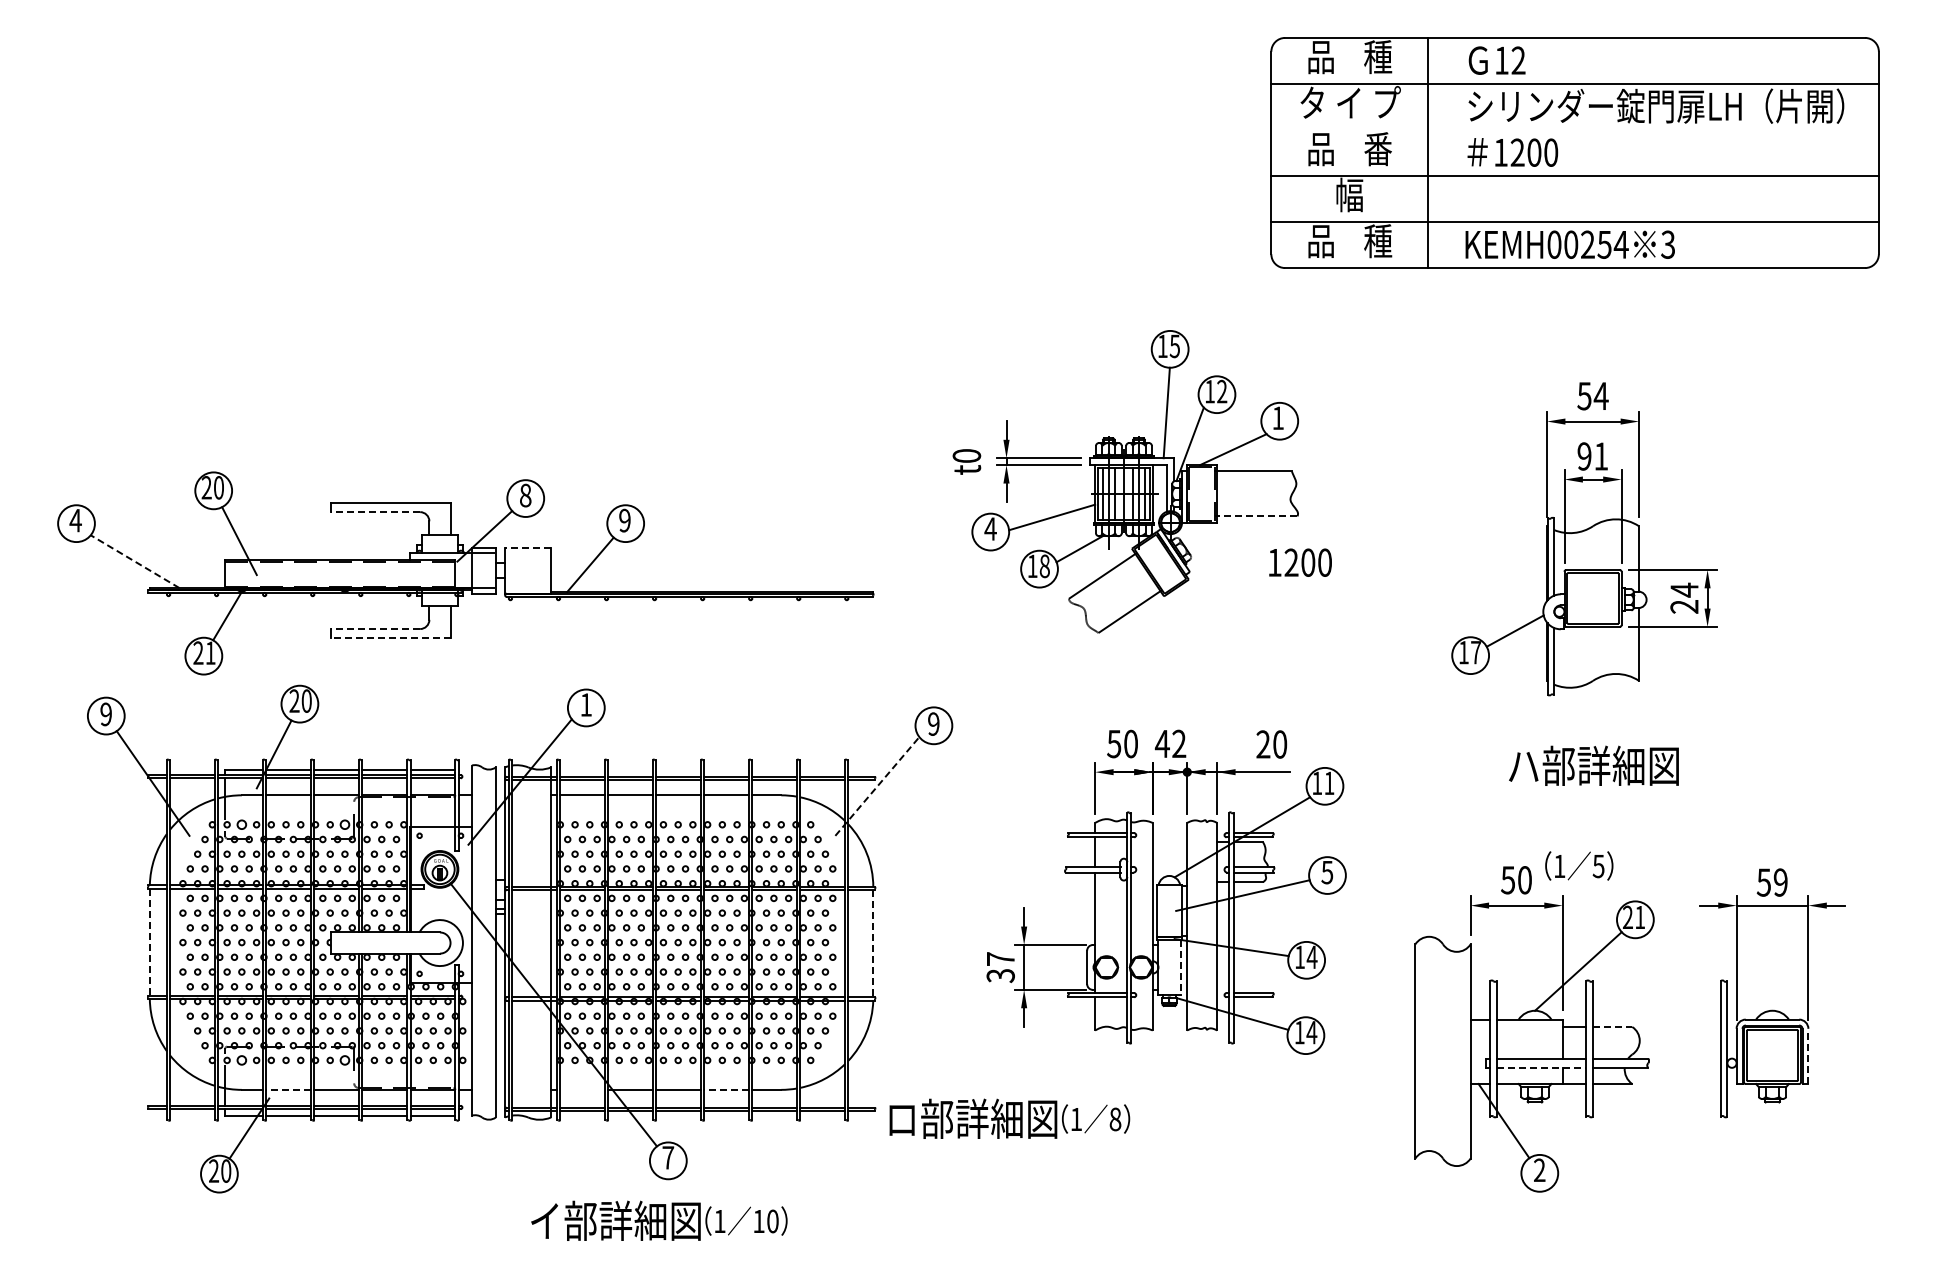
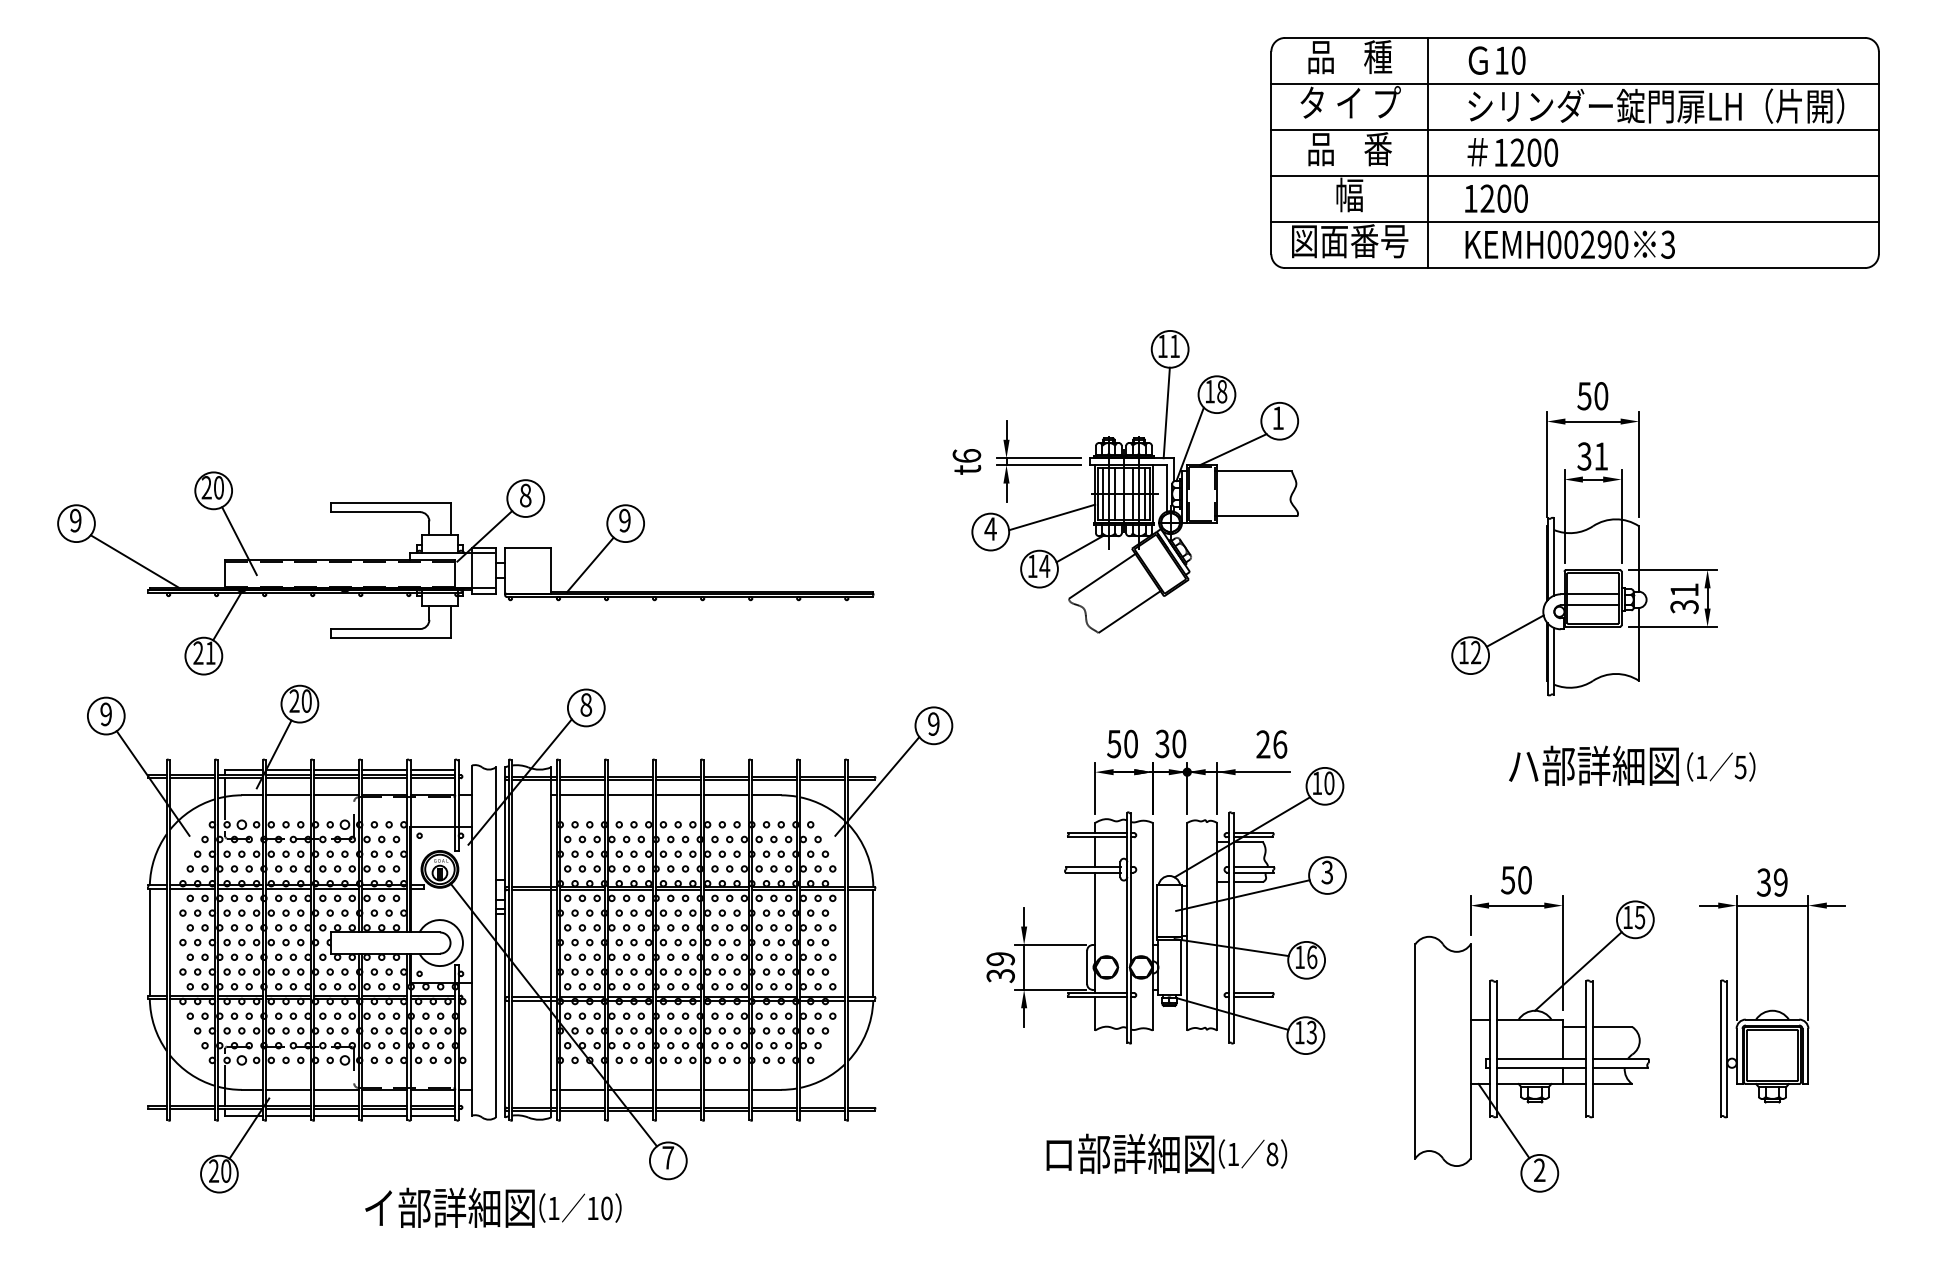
text at (1518, 60): 12 -> 10
line at (1574, 129): none -> present
text at (1350, 241): 品    種 -> 図面番号
text at (1612, 244): KEMH00254 -> KEMH00290
text at (1174, 346): 15 -> 11
text at (1222, 391): 12 -> 18
text at (1600, 396): 54 -> 50
text at (966, 455): t0 -> t6
text at (1584, 456): 91 -> 31
line at (375, 512): dashed -> solid
line at (1255, 516): dashed -> solid
text at (75, 520): 4 -> 9
line at (527, 547): dashed -> solid
line at (135, 561): dashed -> solid
text at (1300, 562) position: (1300, 562) -> (1496, 198)
text at (1044, 566): 18 -> 14
line at (1592, 594): none -> present
text at (1684, 597): 24 -> 31
line at (1592, 605): none -> present
line at (375, 629): dashed -> solid
line at (390, 638): dashed -> solid
text at (1476, 652): 17 -> 12
text at (586, 704): 1 -> 8
text at (1170, 743): 42 -> 30
text at (1280, 744): 20 -> 26
text at (1329, 783): 11 -> 10
line at (877, 786): dashed -> solid
text at (1579, 865) position: (1579, 865) -> (1721, 766)
text at (1327, 871): 5 -> 3
text at (1763, 882): 59 -> 39
text at (1634, 917): 21 -> 15
line at (149, 942): dashed -> solid
line at (873, 944): dashed -> solid
text at (1311, 957): 14 -> 16
text at (1000, 959): 37 -> 39
line at (1180, 967): dashed -> solid
line at (1612, 1026): dashed -> solid
text at (1311, 1032): 14 -> 13
line at (1808, 1056): dashed -> solid
line at (1541, 1067): dashed -> solid
line at (288, 1089): dashed -> solid
line at (582, 1089): none -> present
line at (726, 1089): dashed -> solid
text at (1009, 1118) position: (1009, 1118) -> (1166, 1153)
text at (659, 1220) position: (659, 1220) -> (493, 1207)
